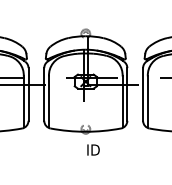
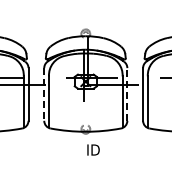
line at (127, 93): solid -> dashed
line at (44, 94): solid -> dashed
